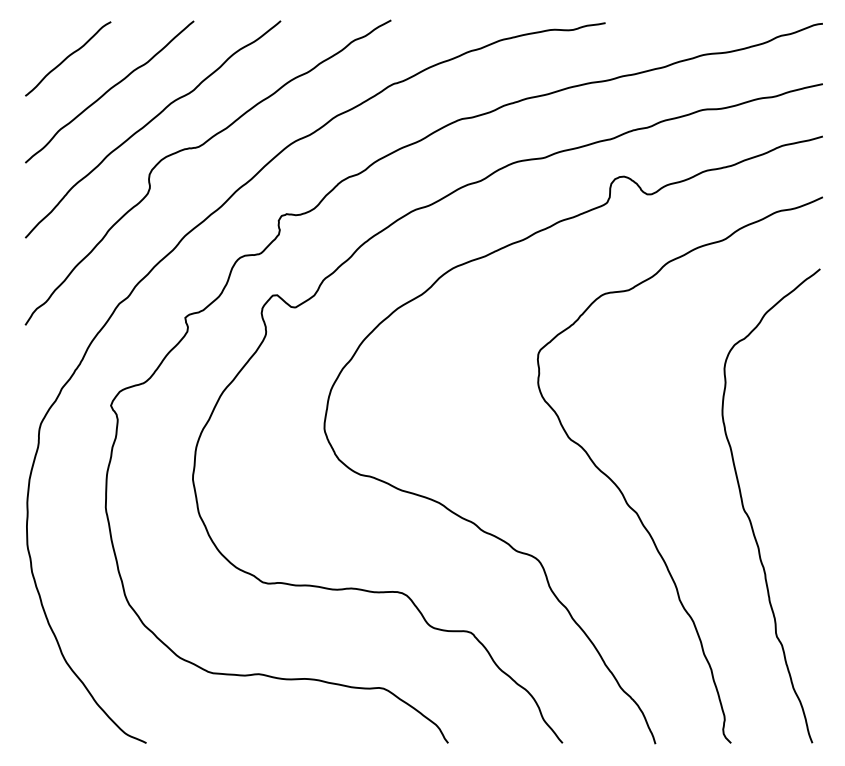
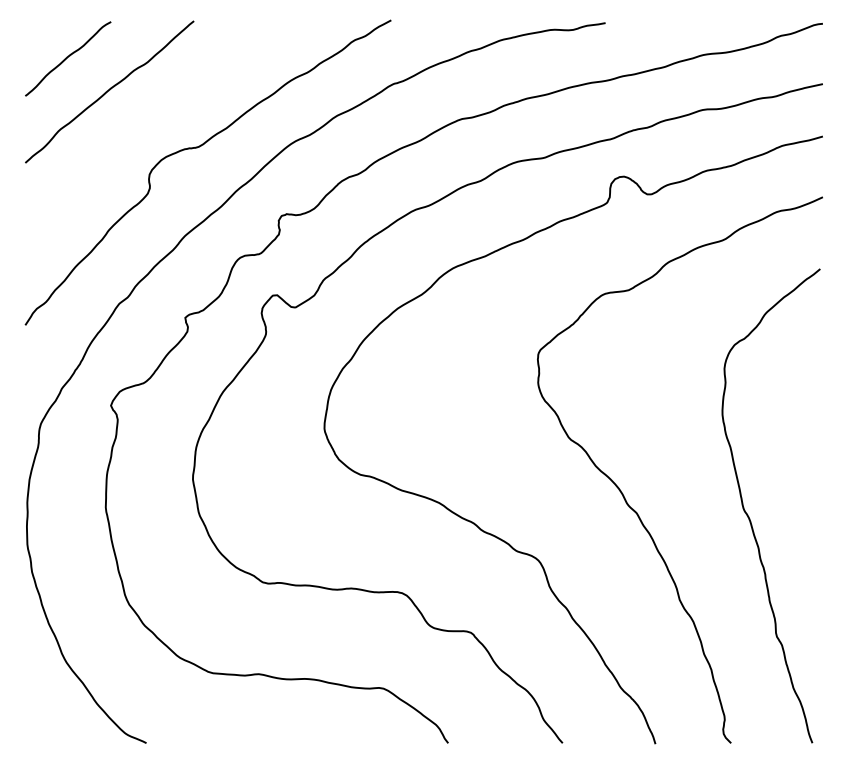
curve at (148, 124): present -> none
